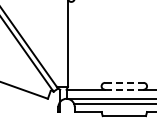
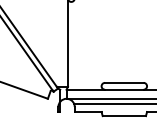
line at (124, 82): dashed -> solid
line at (124, 89): dashed -> solid
